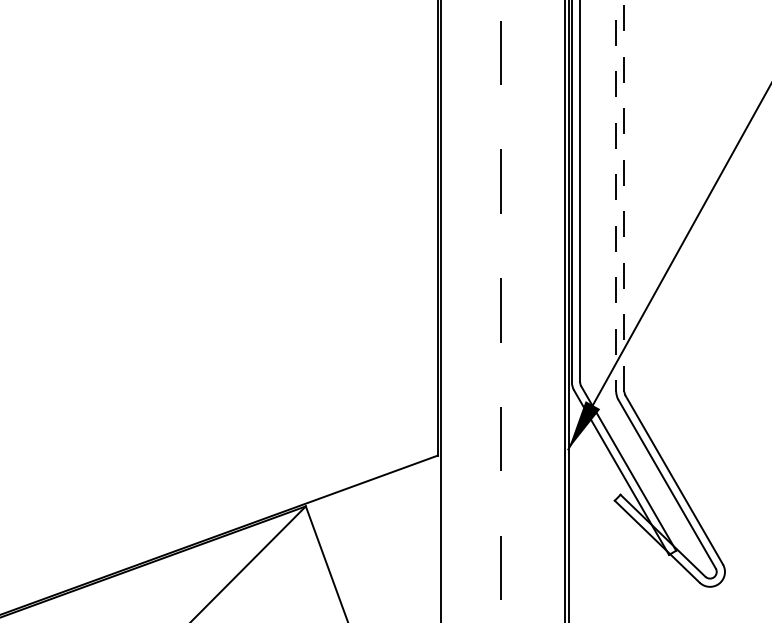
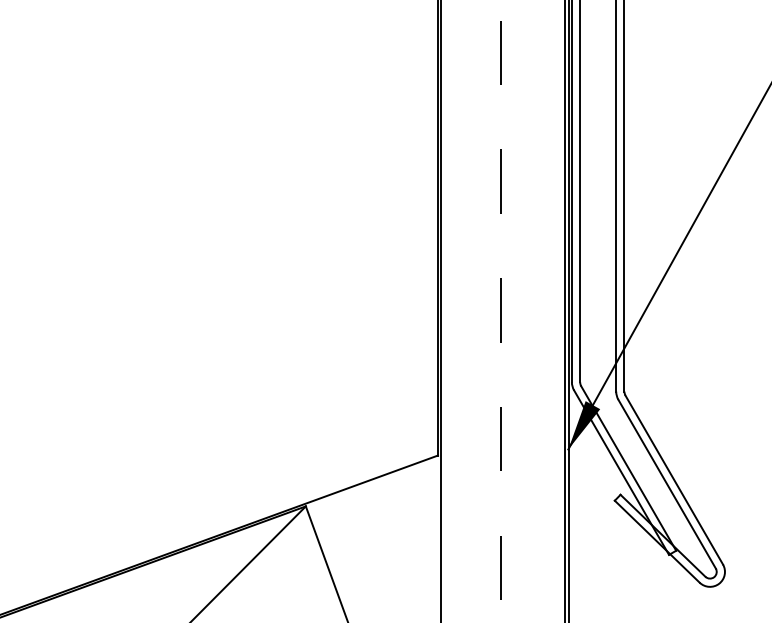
line at (624, 195): dashed -> solid
line at (616, 196): dashed -> solid
